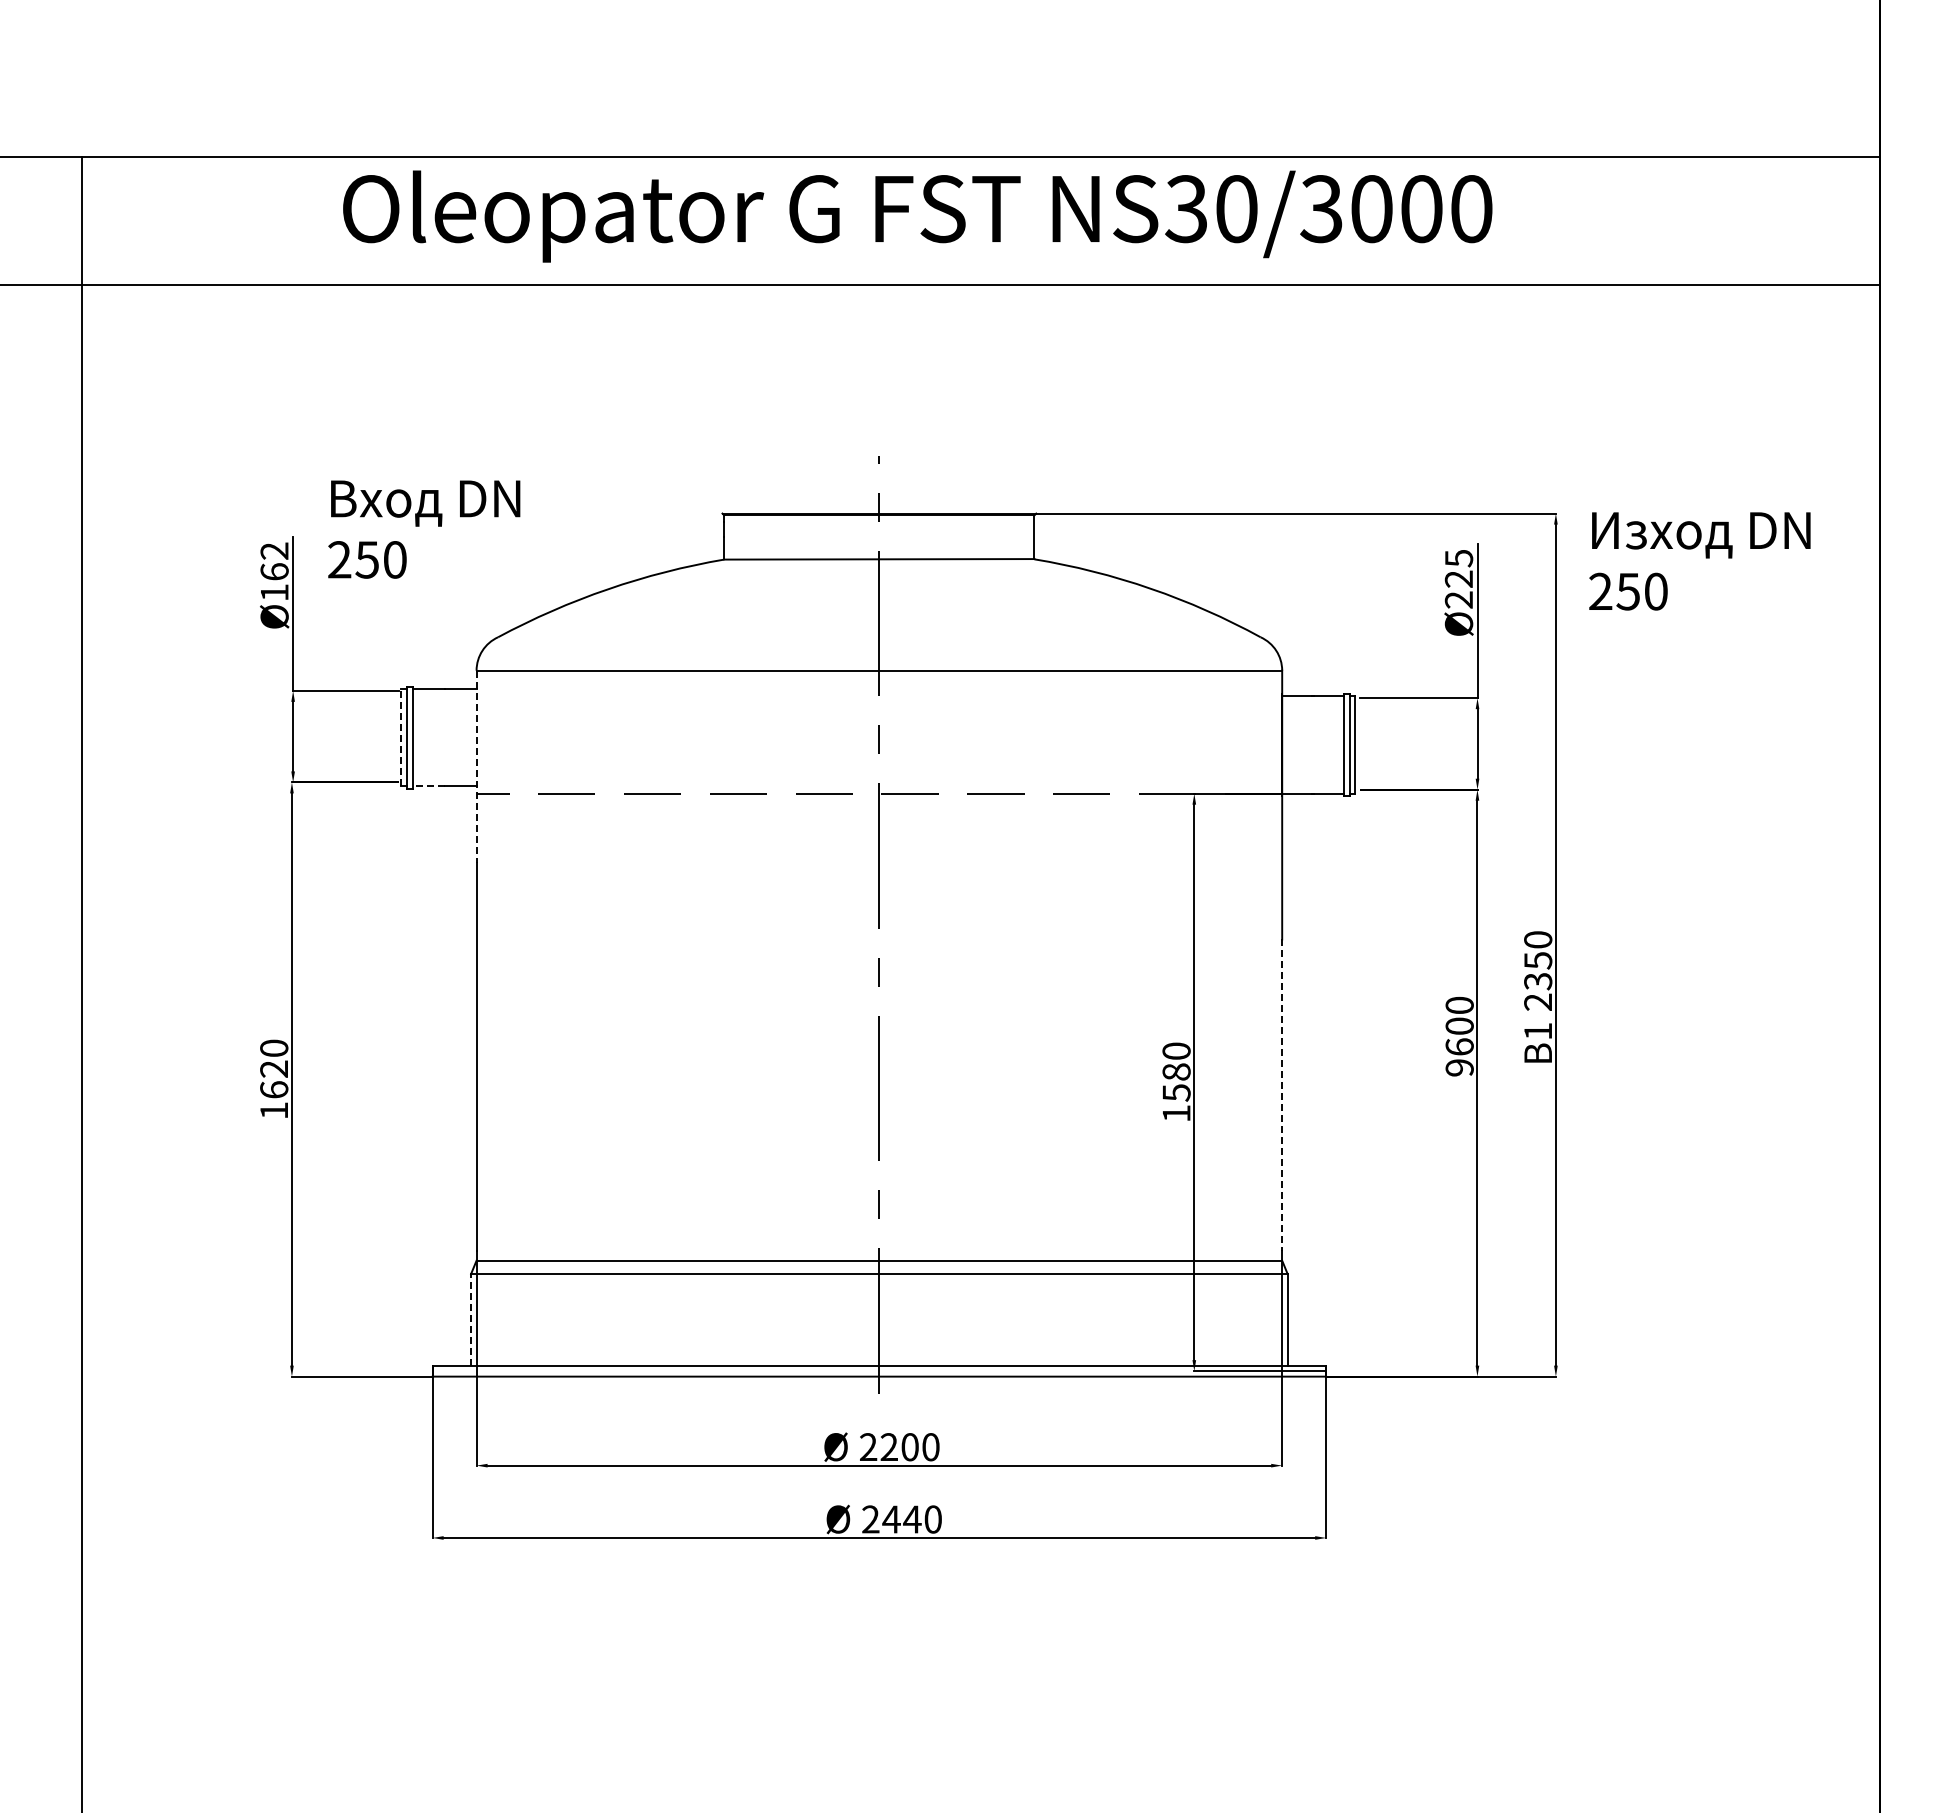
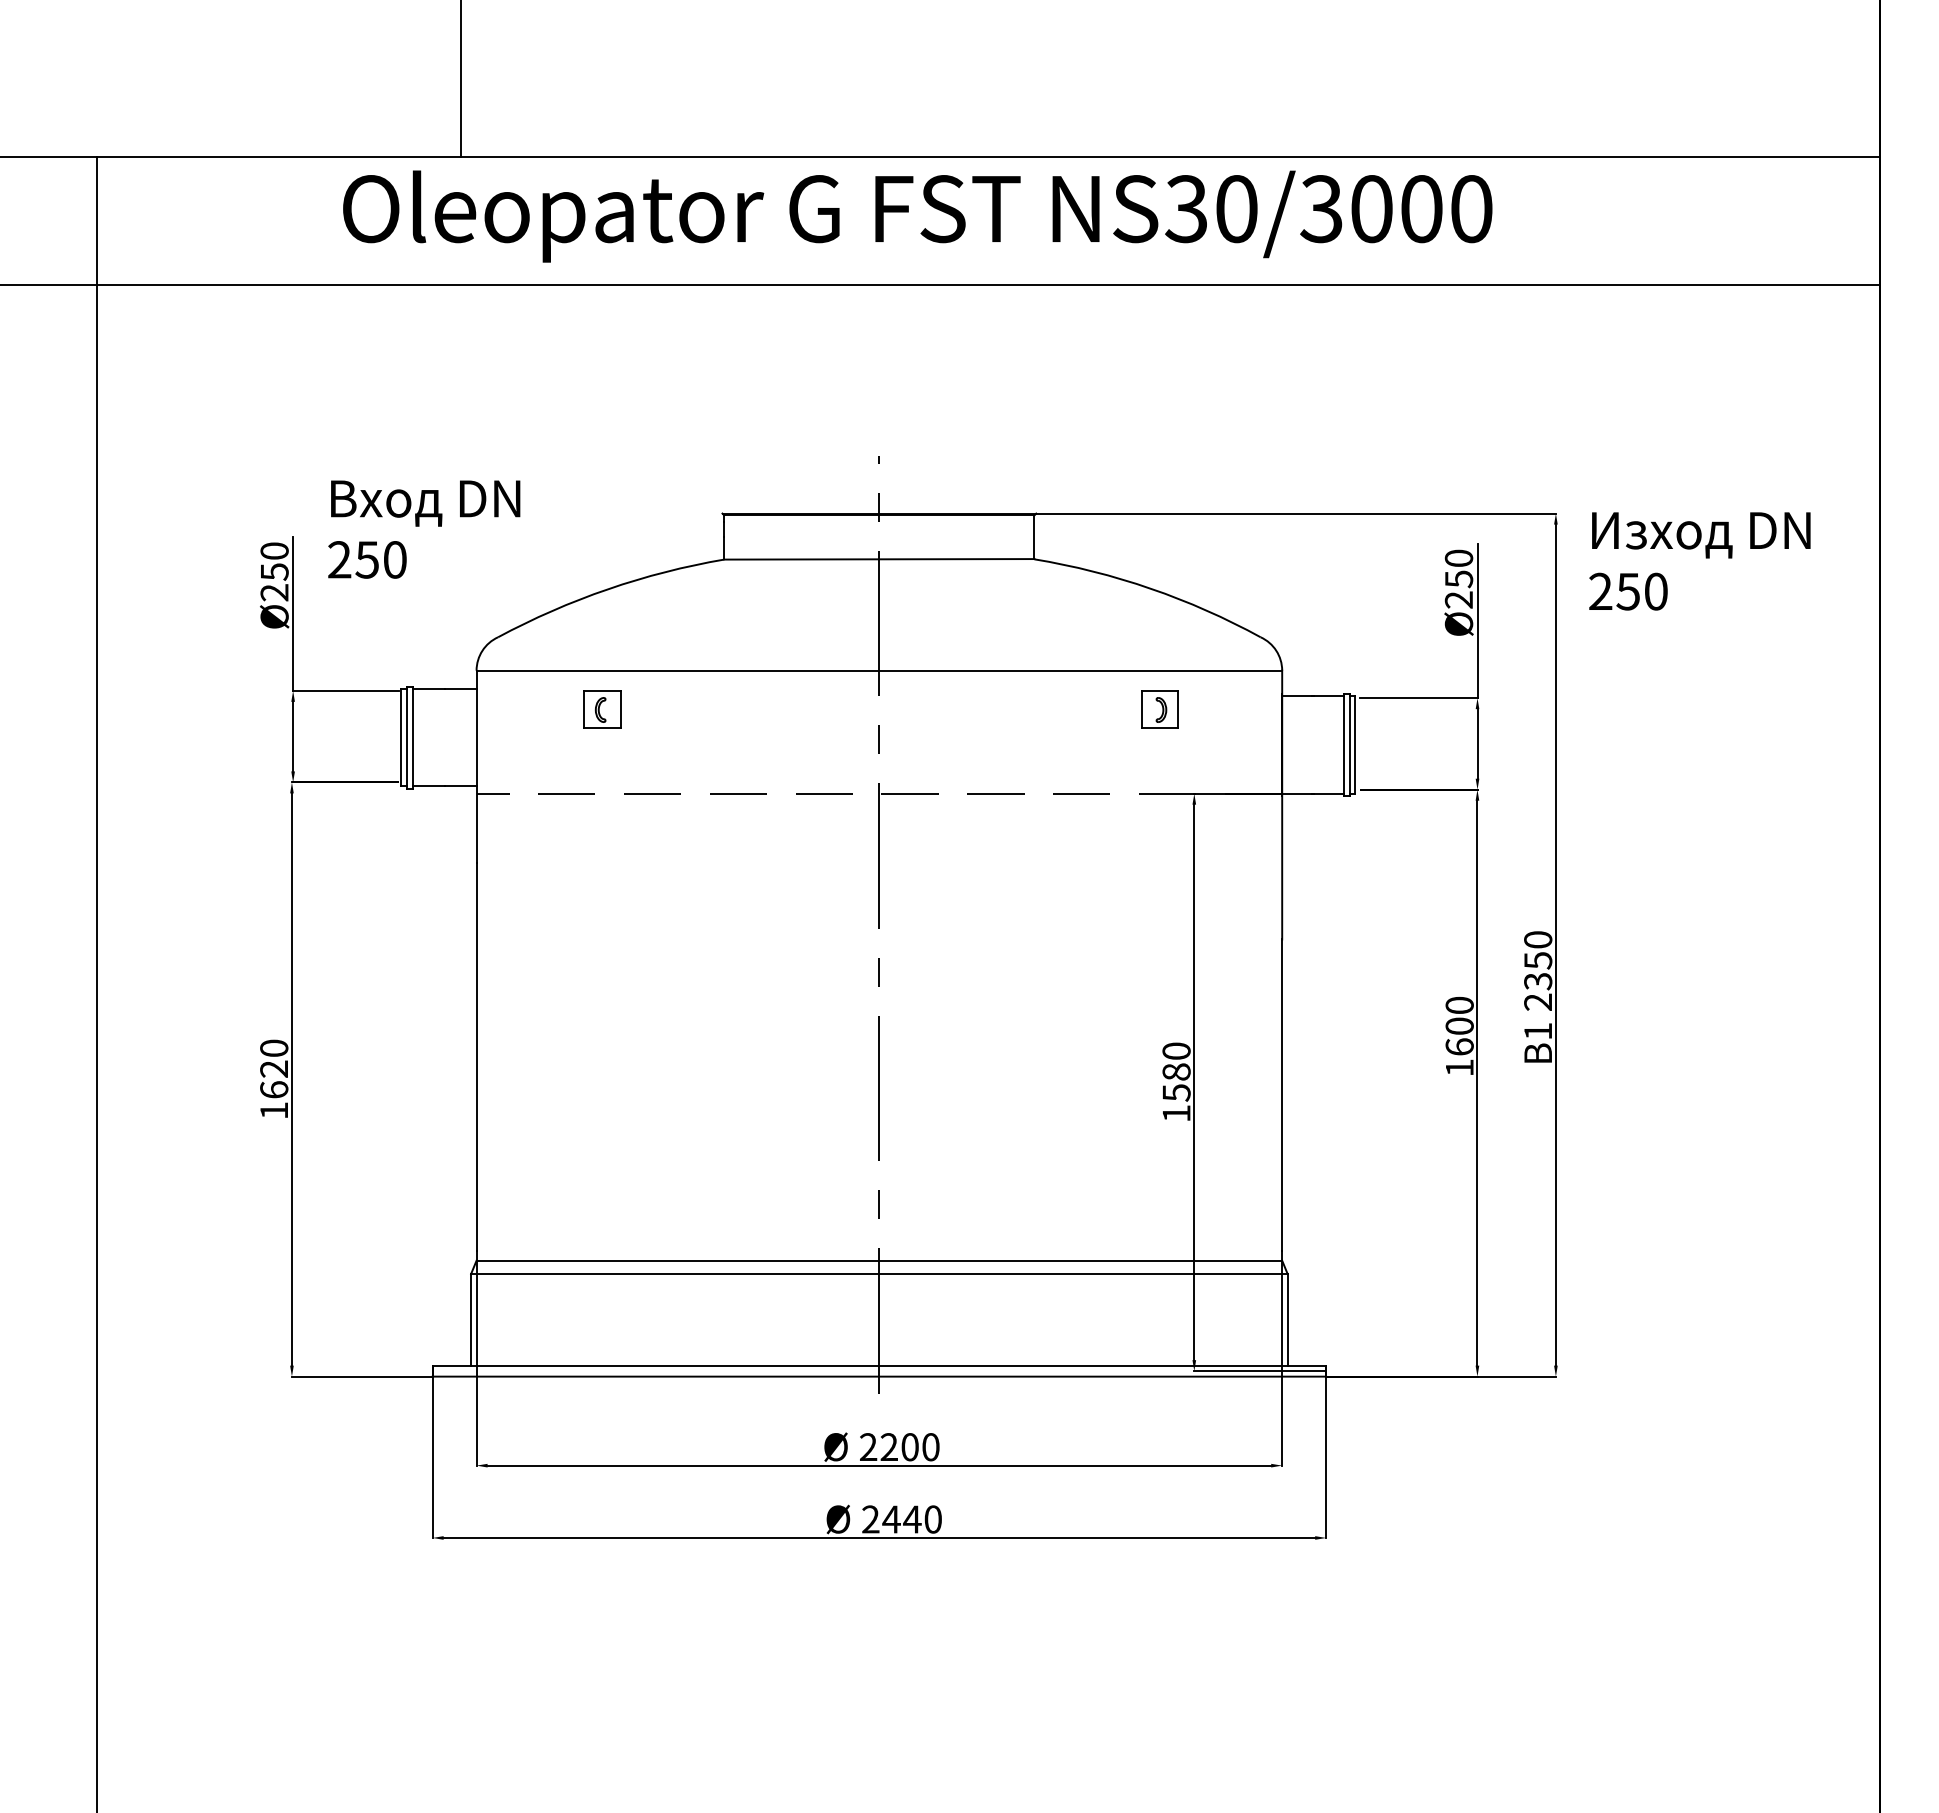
line at (461, 79): none -> present
text at (1458, 568): Ø225 -> Ø250
text at (274, 571): Ø162 -> Ø250
part at (602, 709): none -> present
part at (1159, 709): none -> present
line at (401, 737): dashed -> solid
line at (476, 766): dashed -> solid
line at (428, 786): dashed -> solid
line at (81, 982) position: (81, 982) -> (96, 982)
text at (1459, 1067): 9600 -> 1600
line at (1282, 1095): dashed -> solid
line at (471, 1319): dashed -> solid
